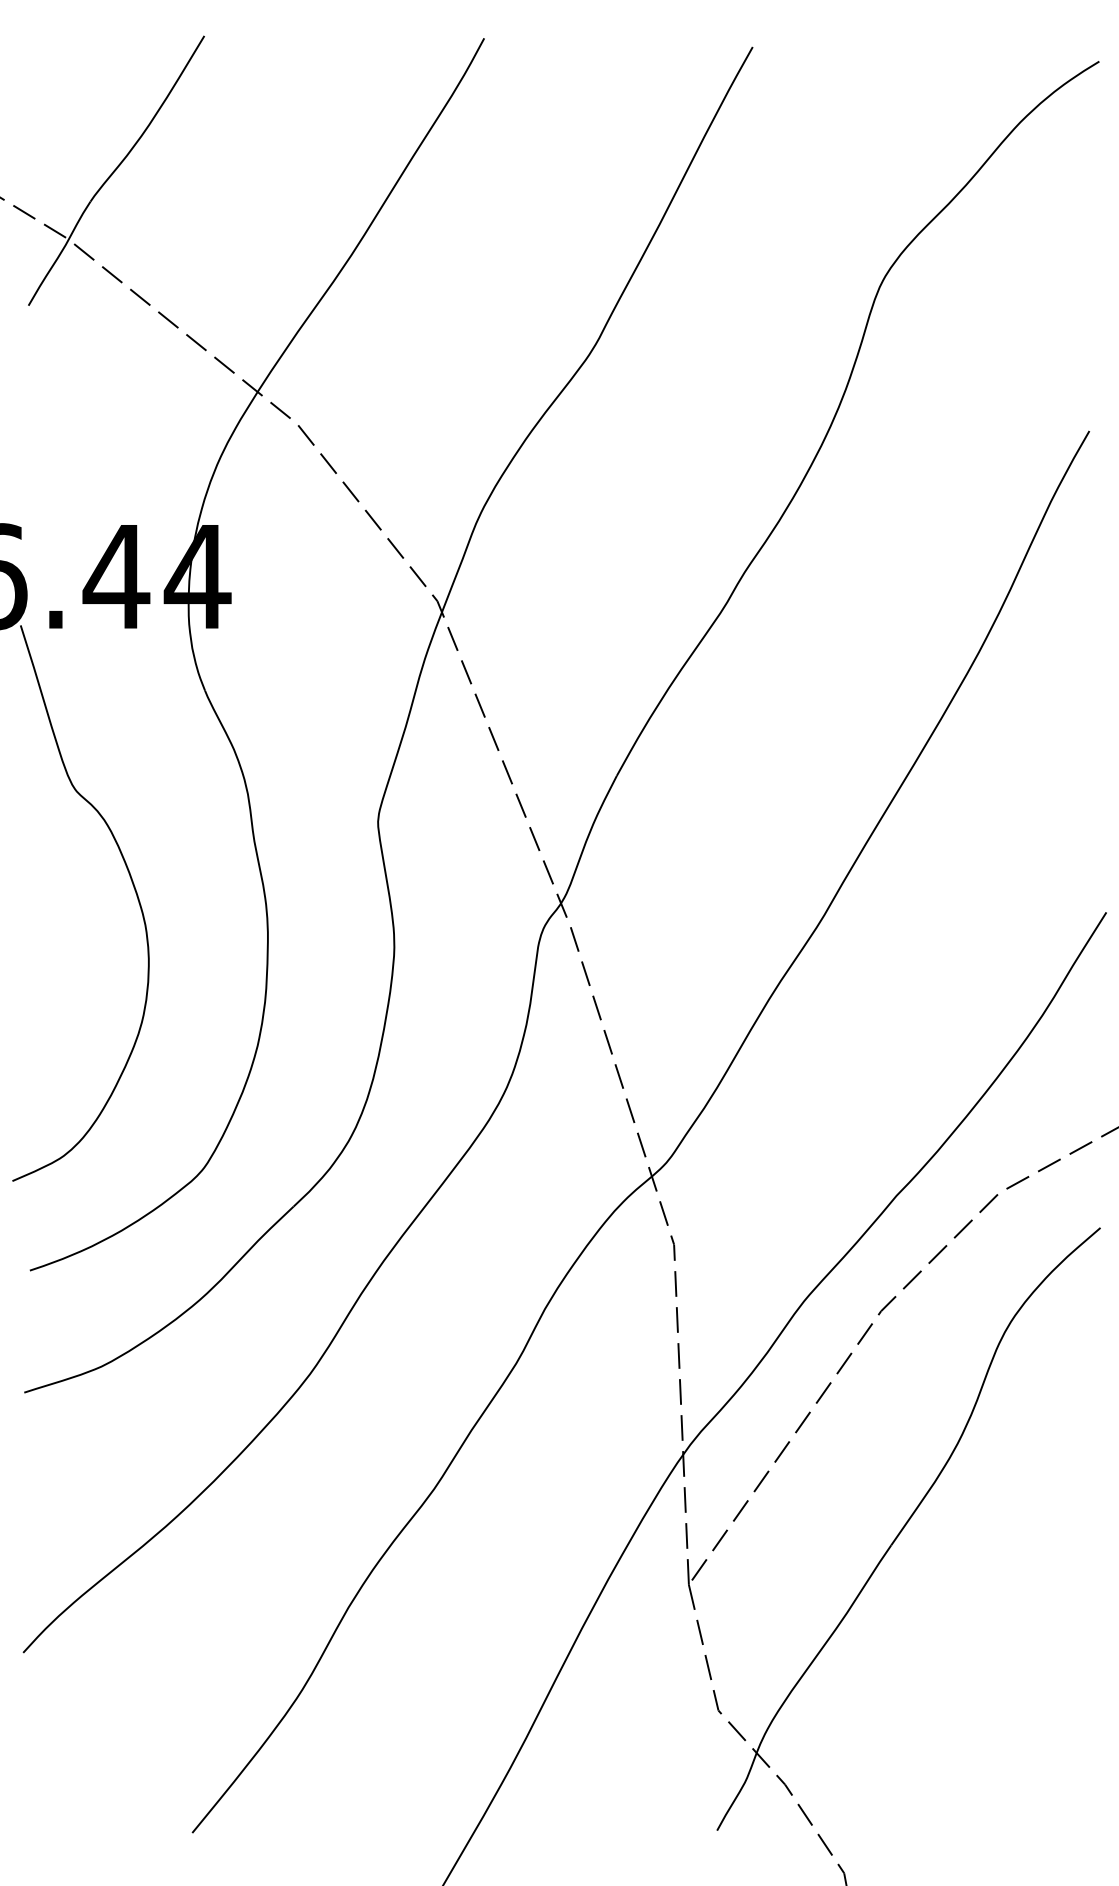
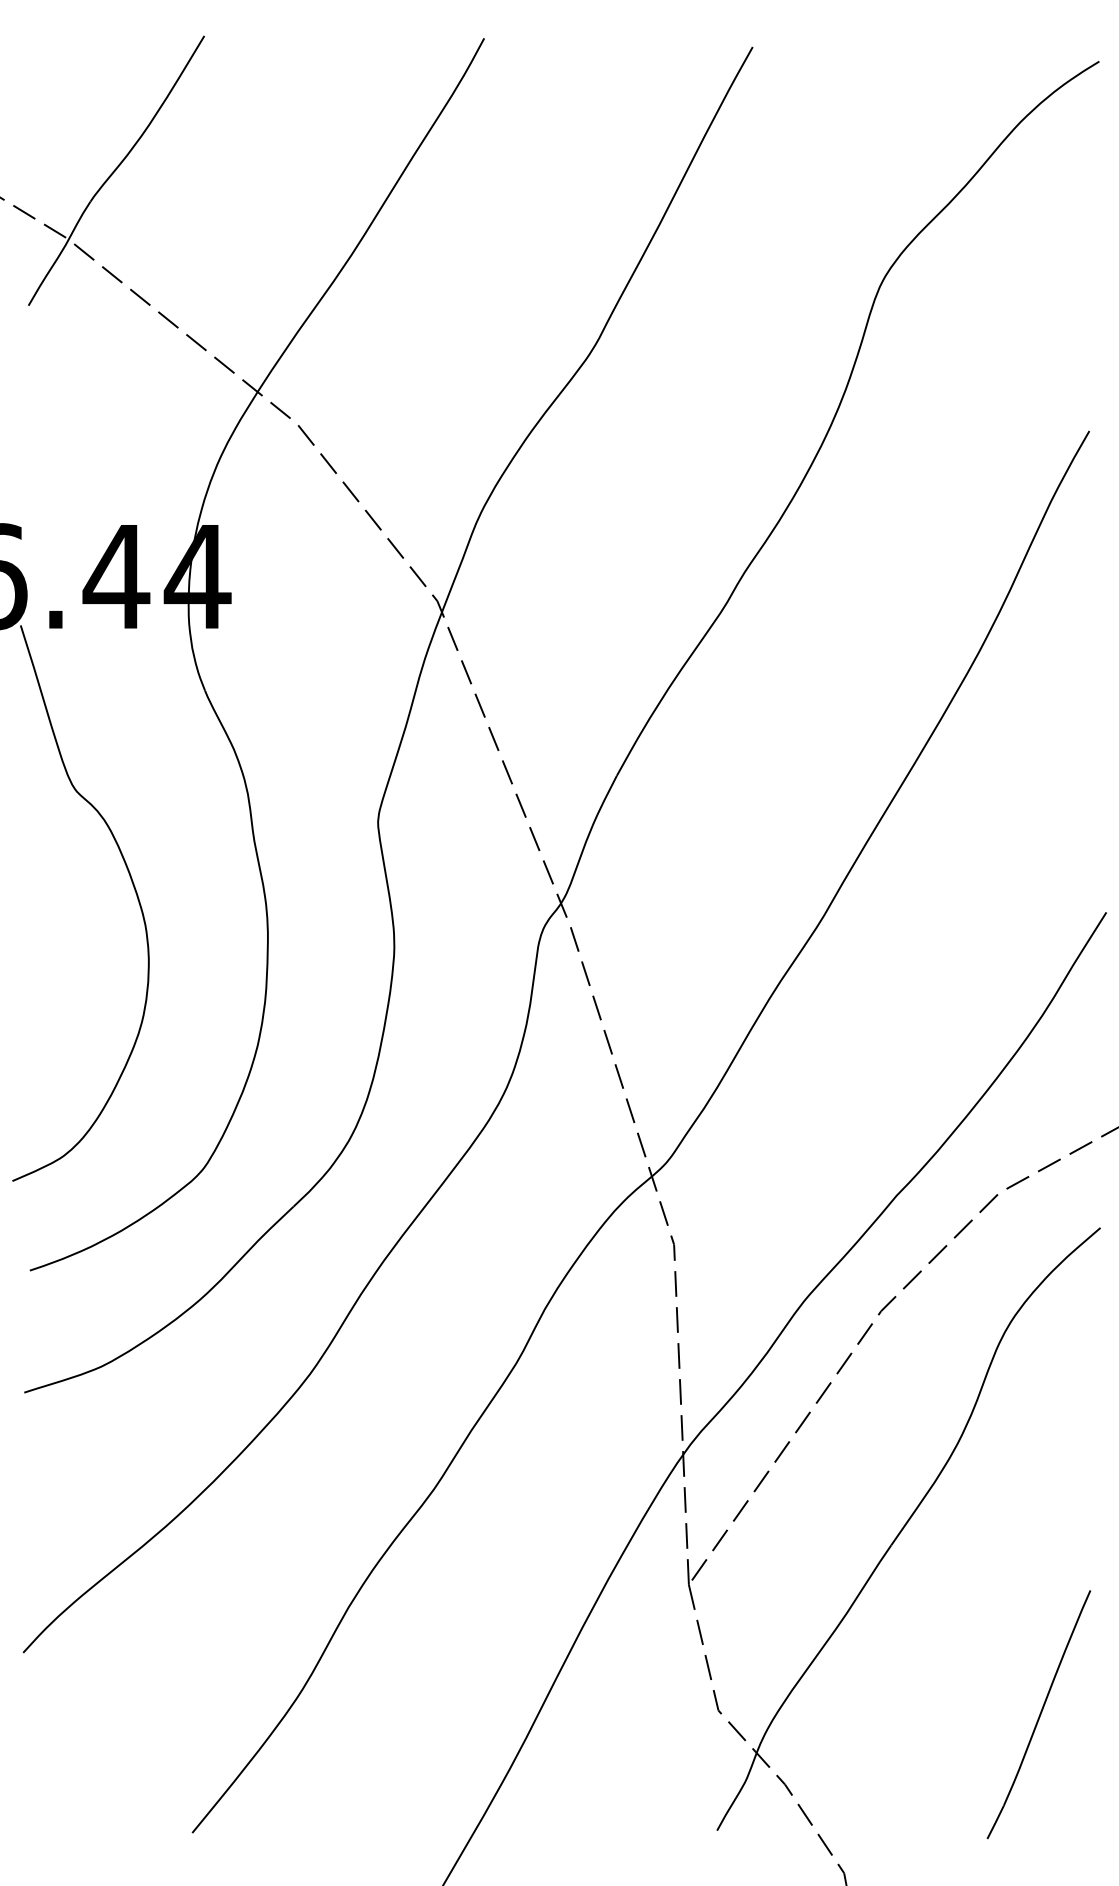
part at (1038, 1714): none -> present
